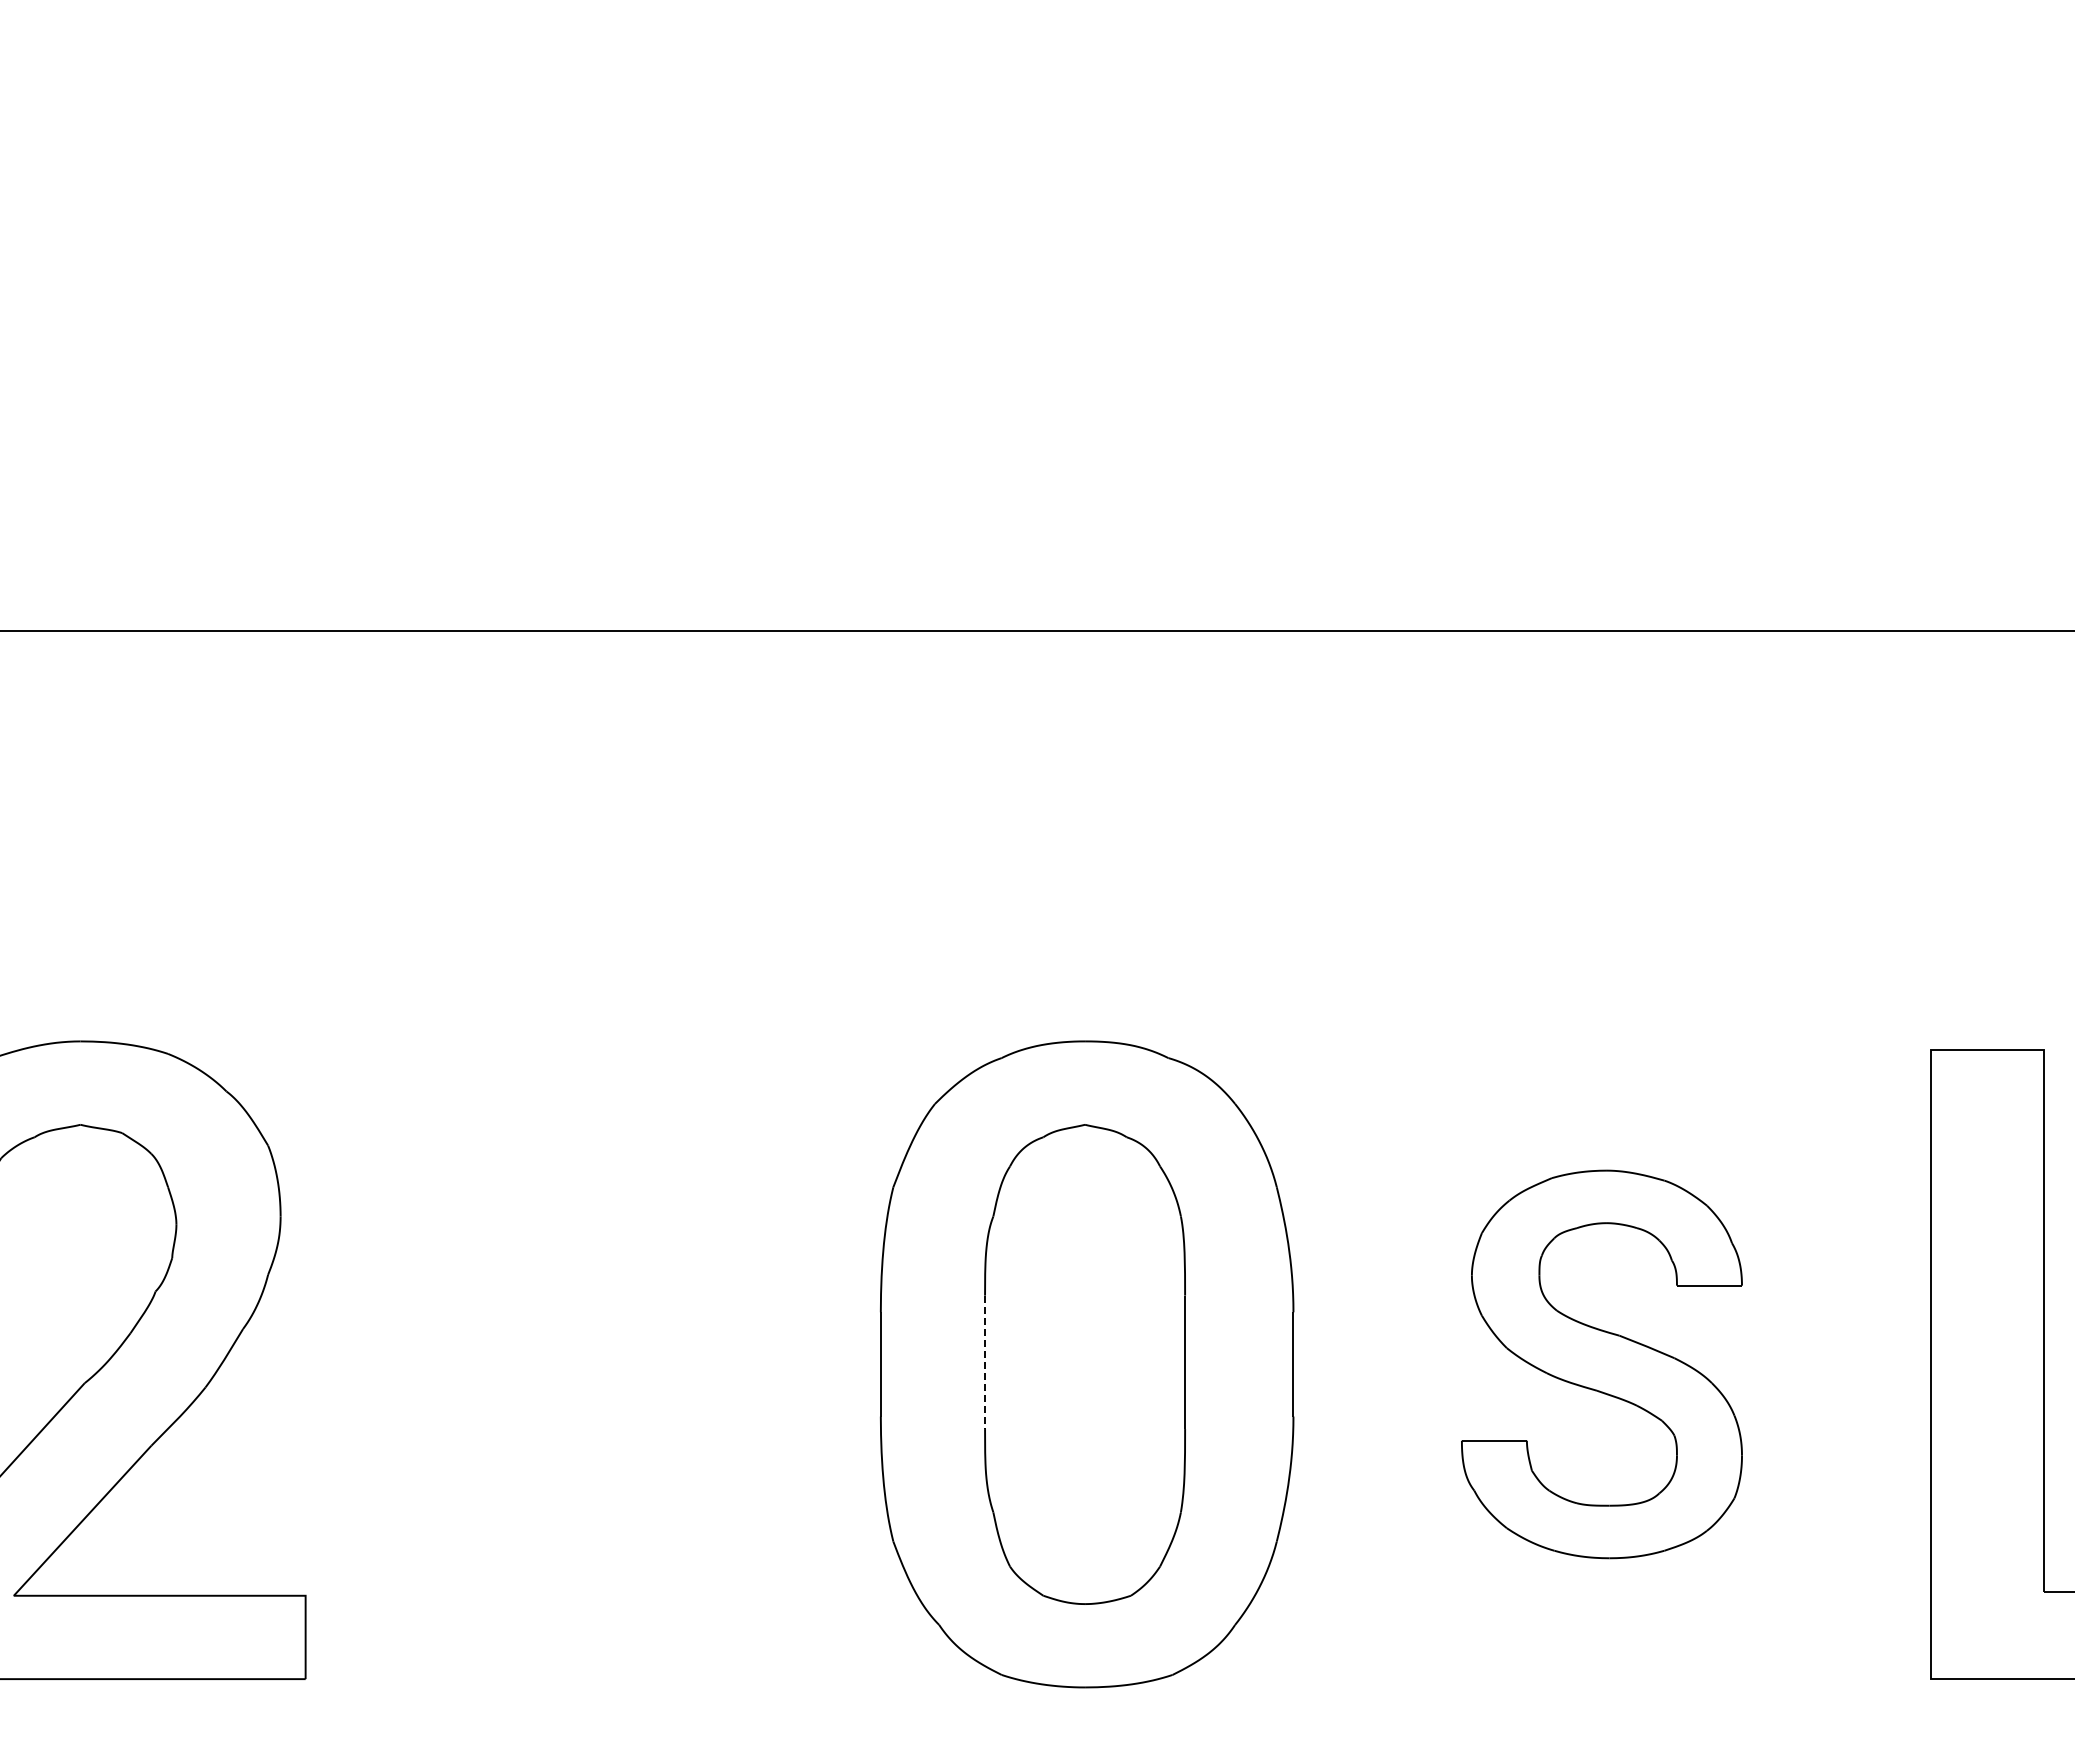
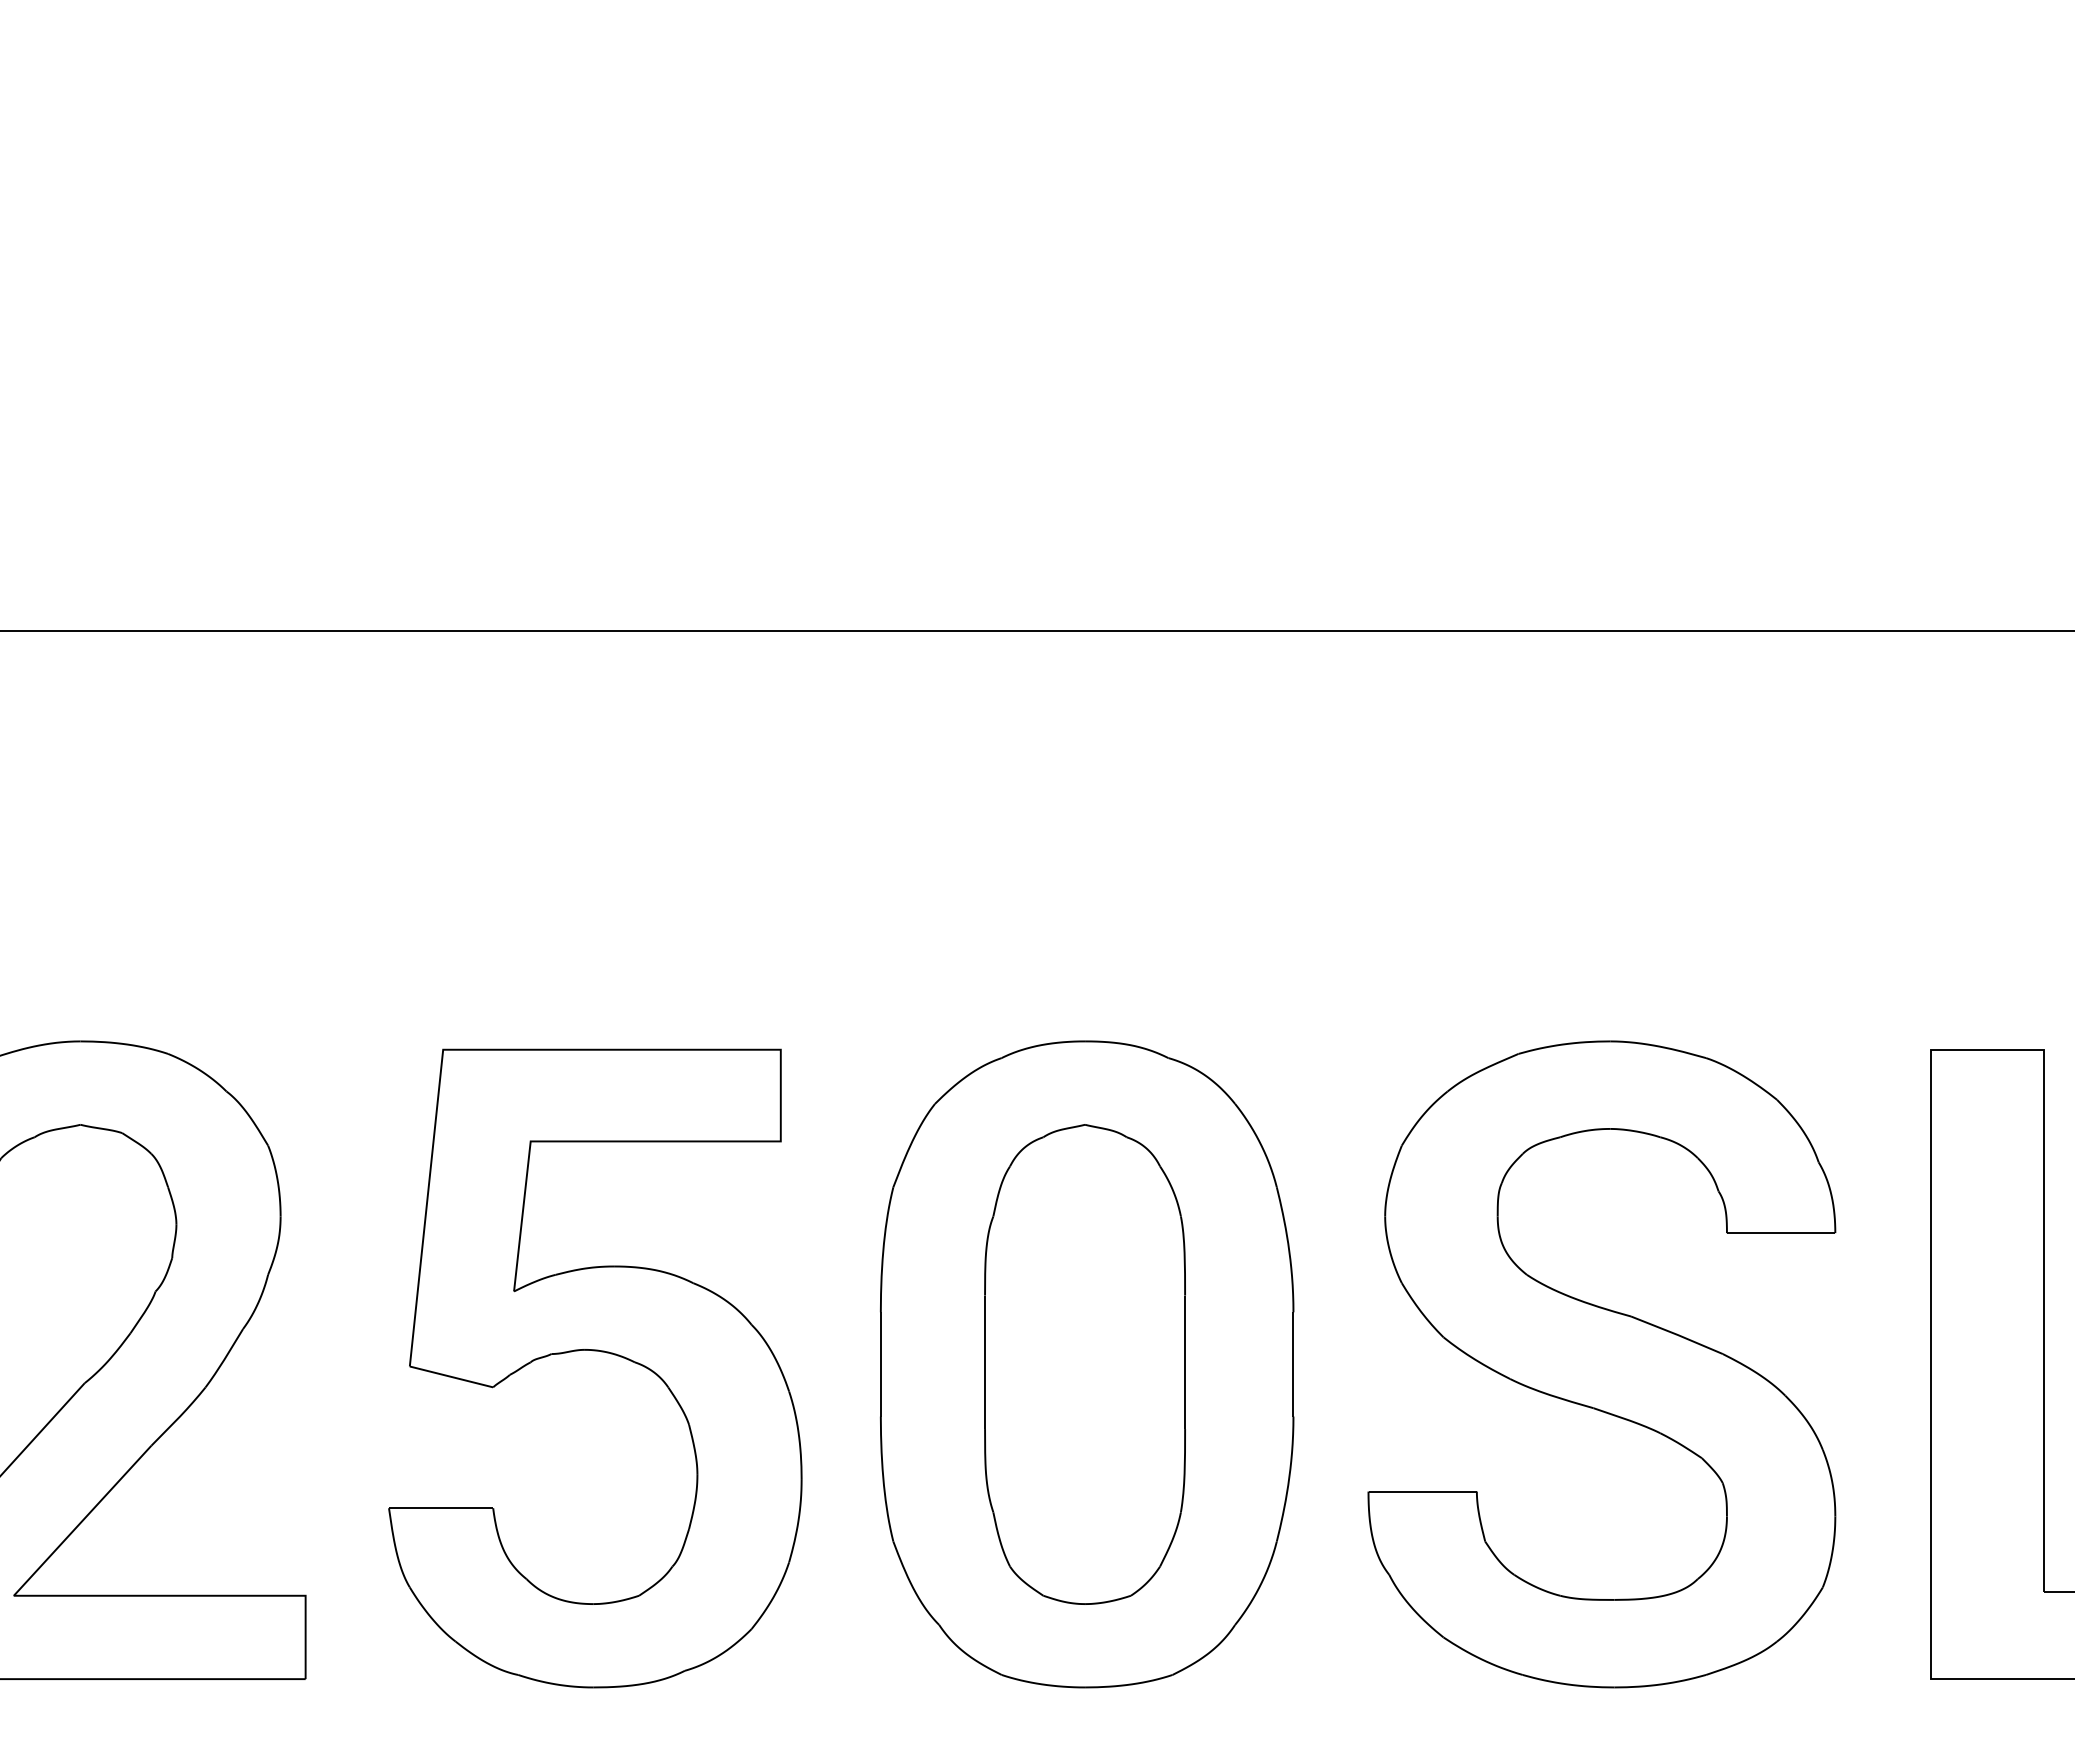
part at (595, 1351): none -> present
line at (985, 1362): dashed -> solid
part at (1601, 1364) size: 282x391 px -> 470x649 px
